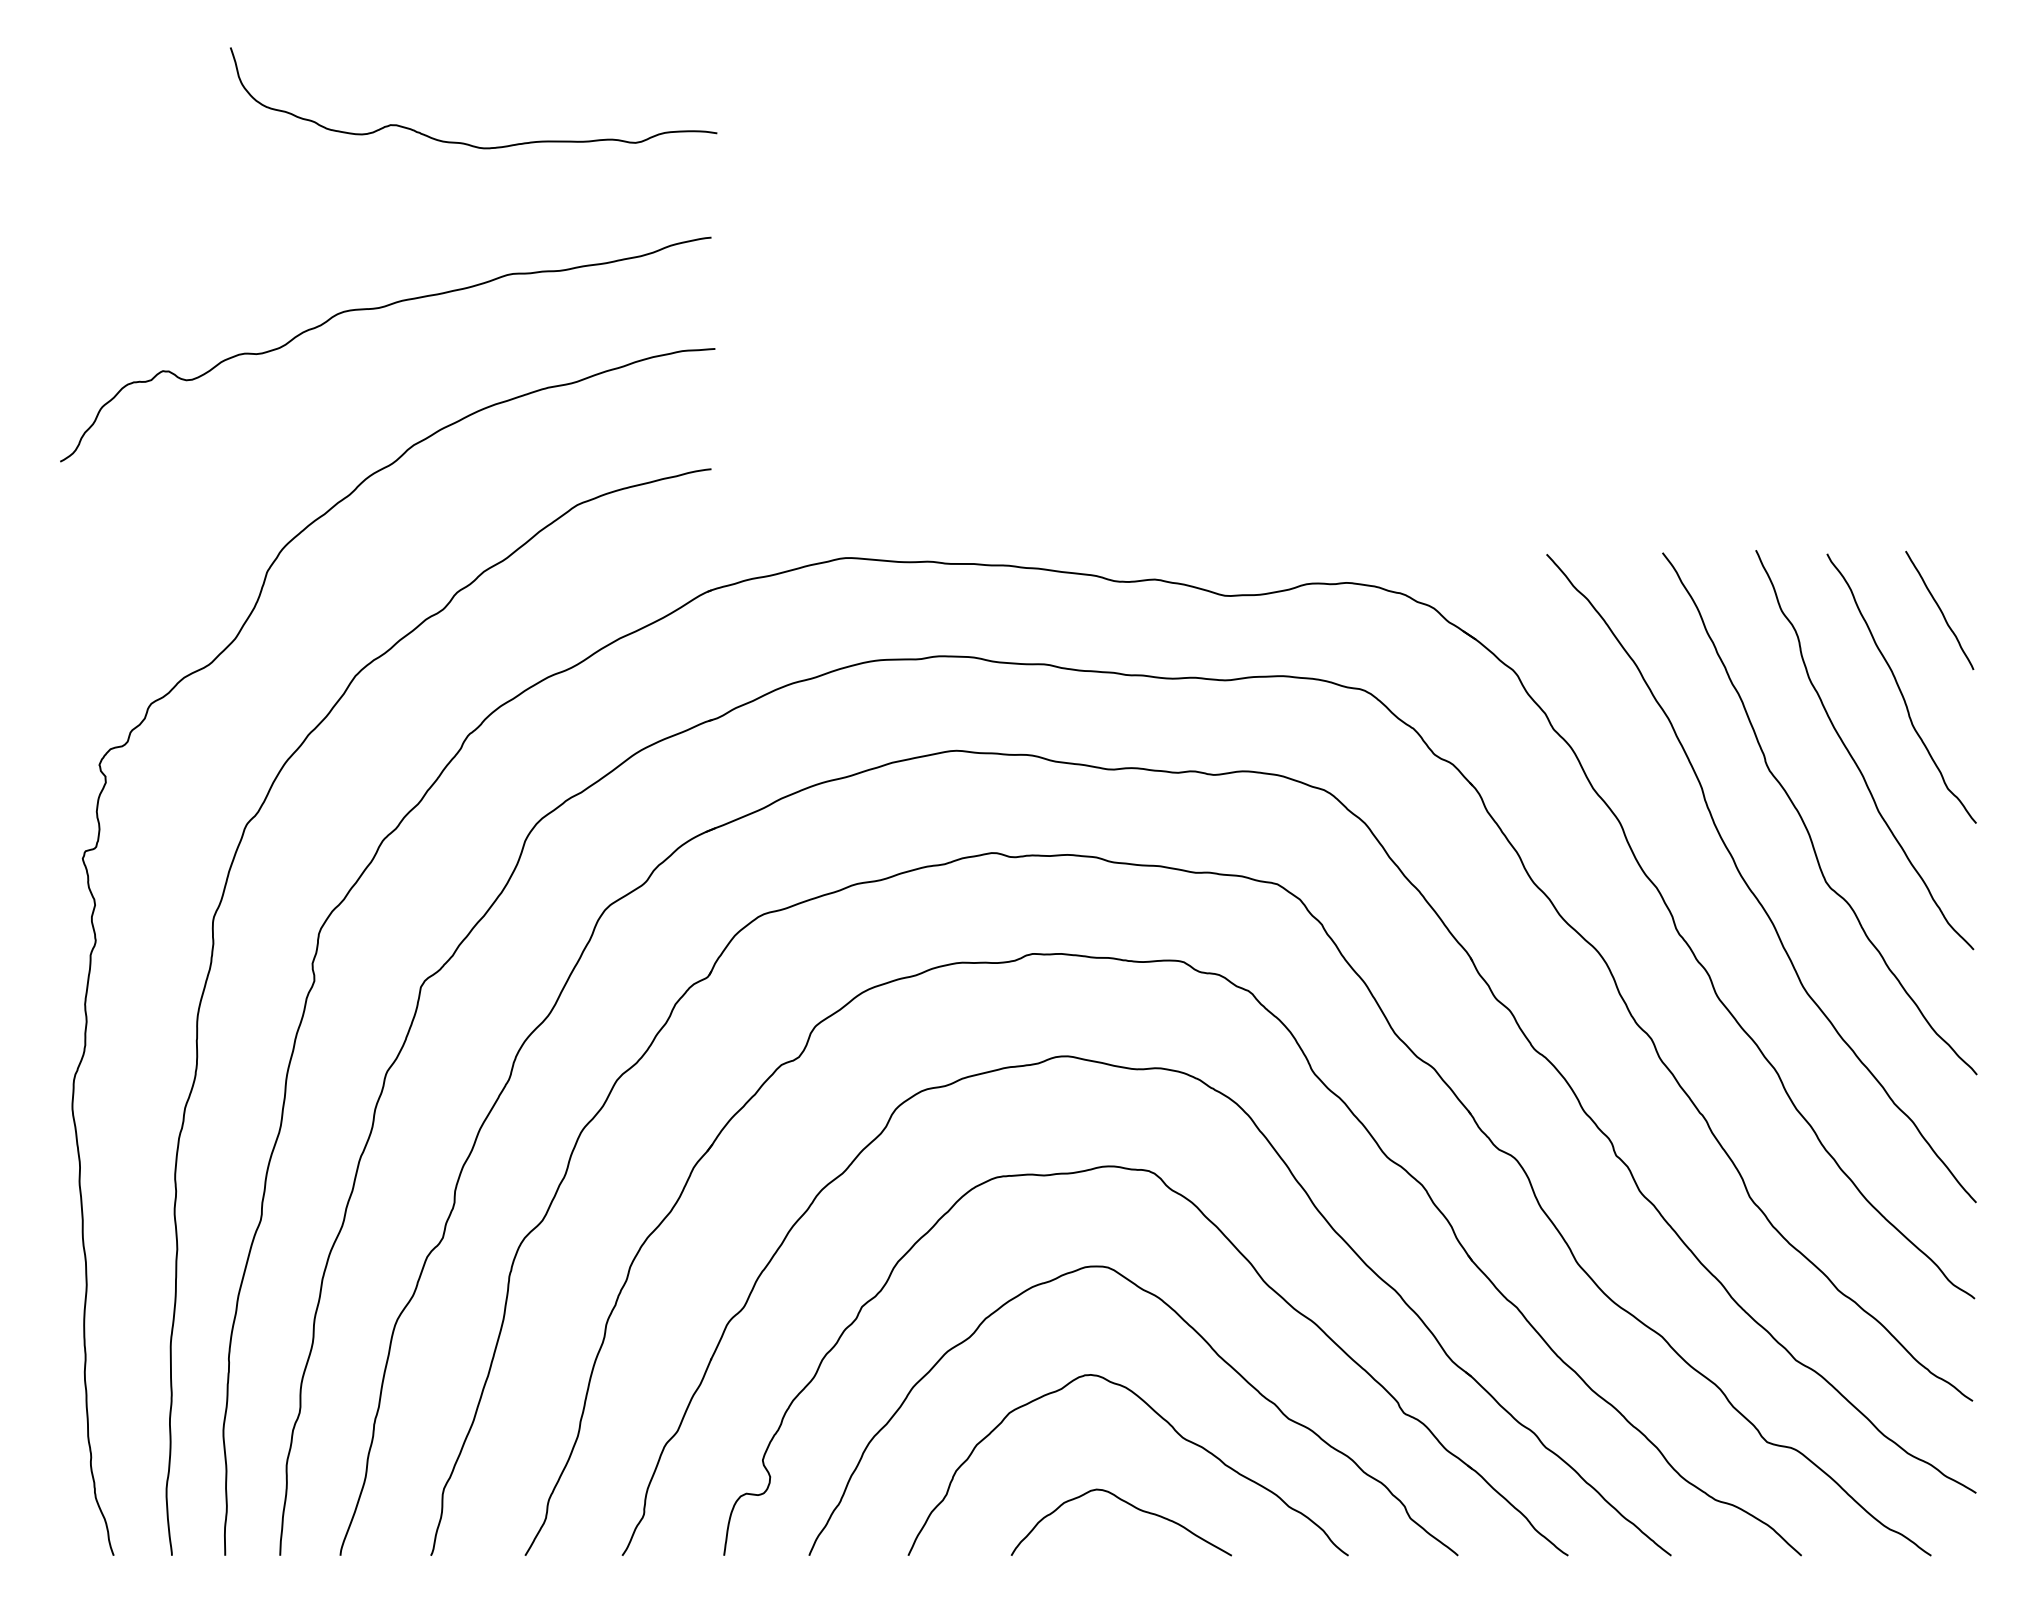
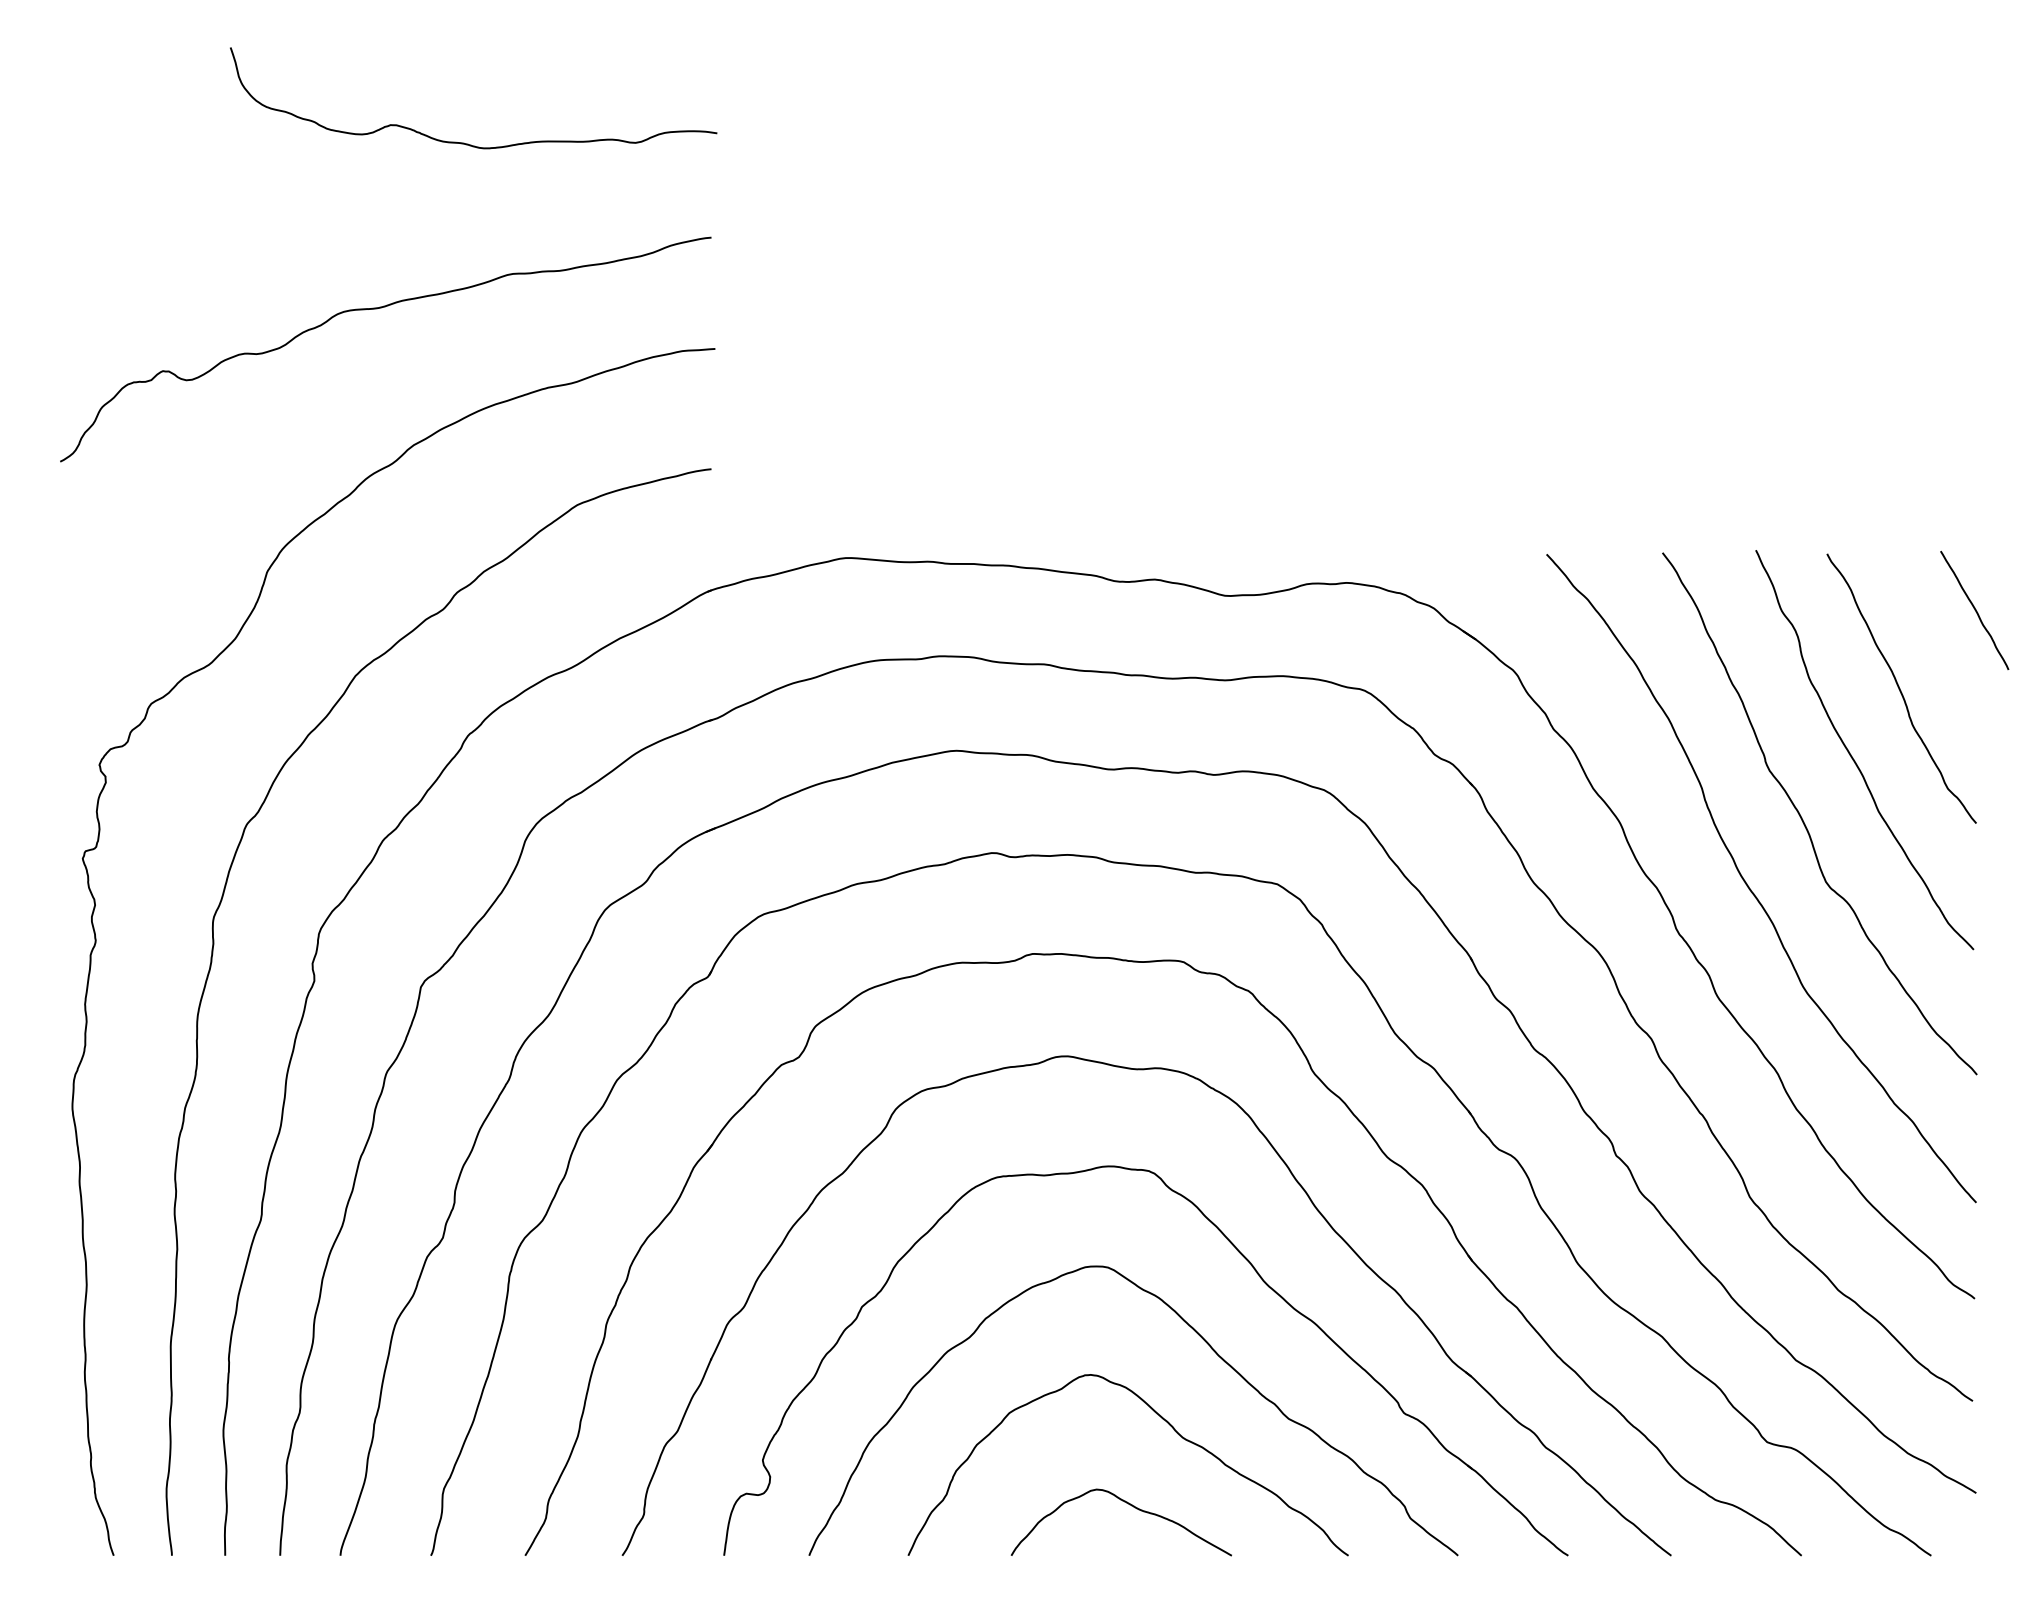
curve at (1939, 610) position: (1939, 610) -> (1974, 610)
